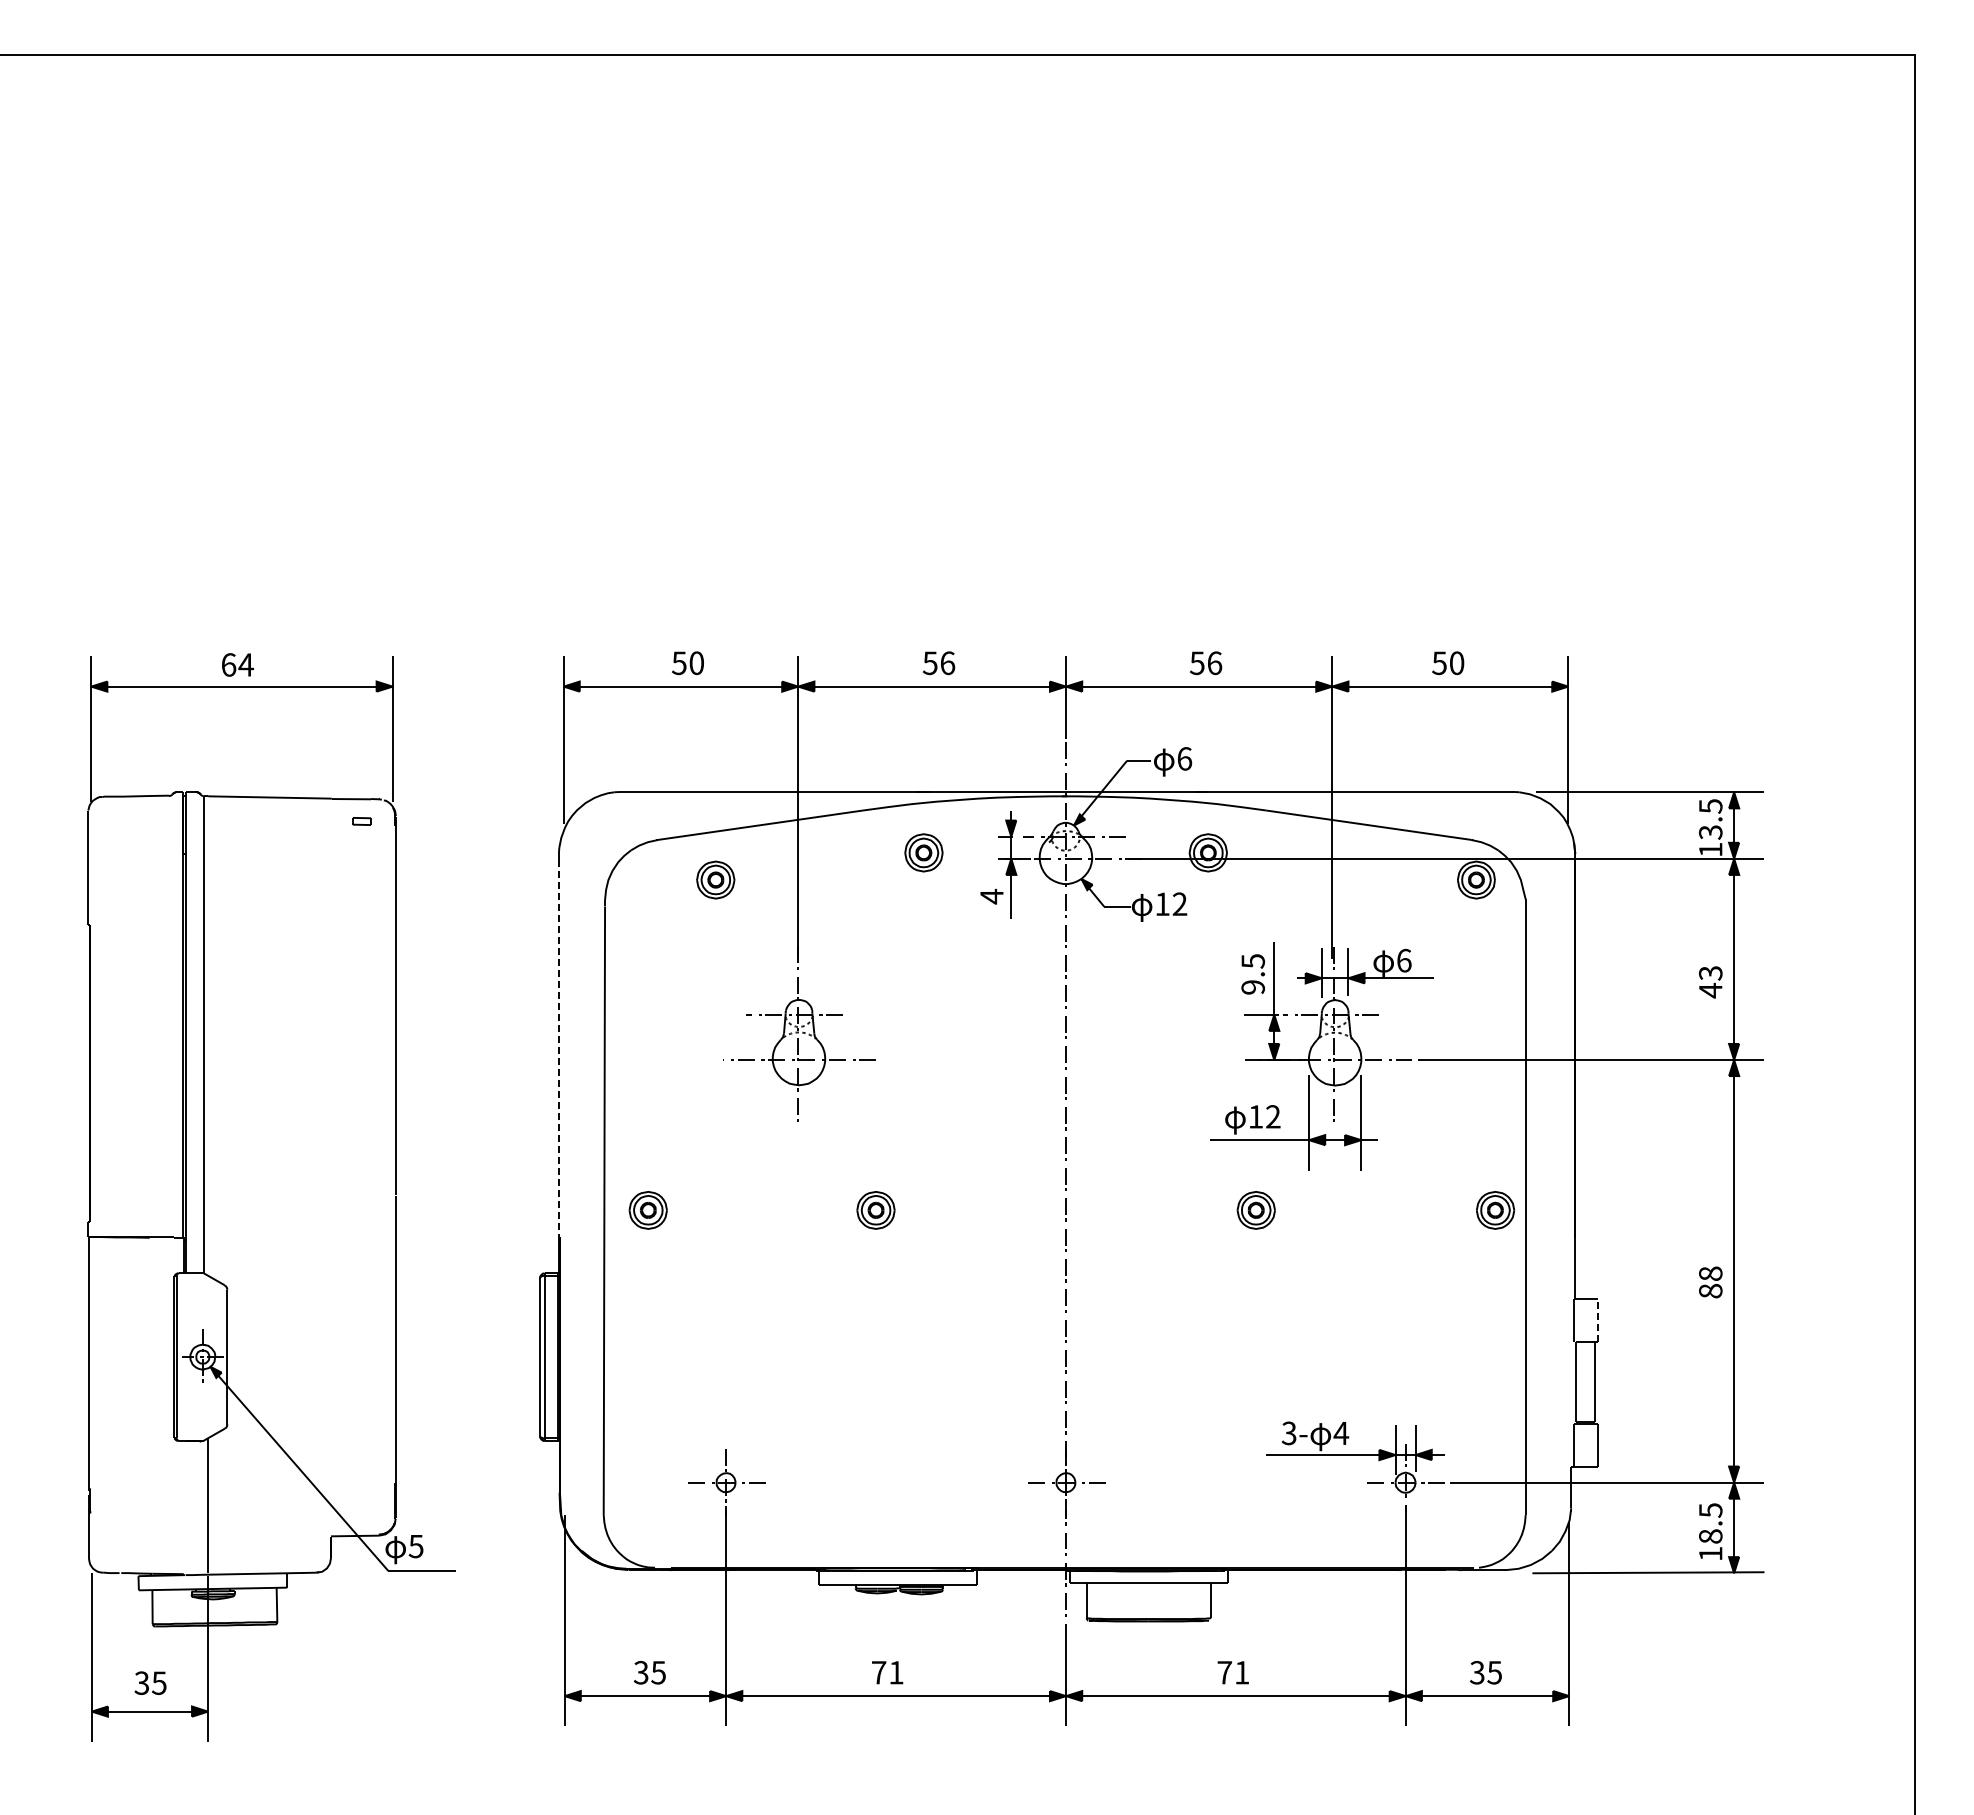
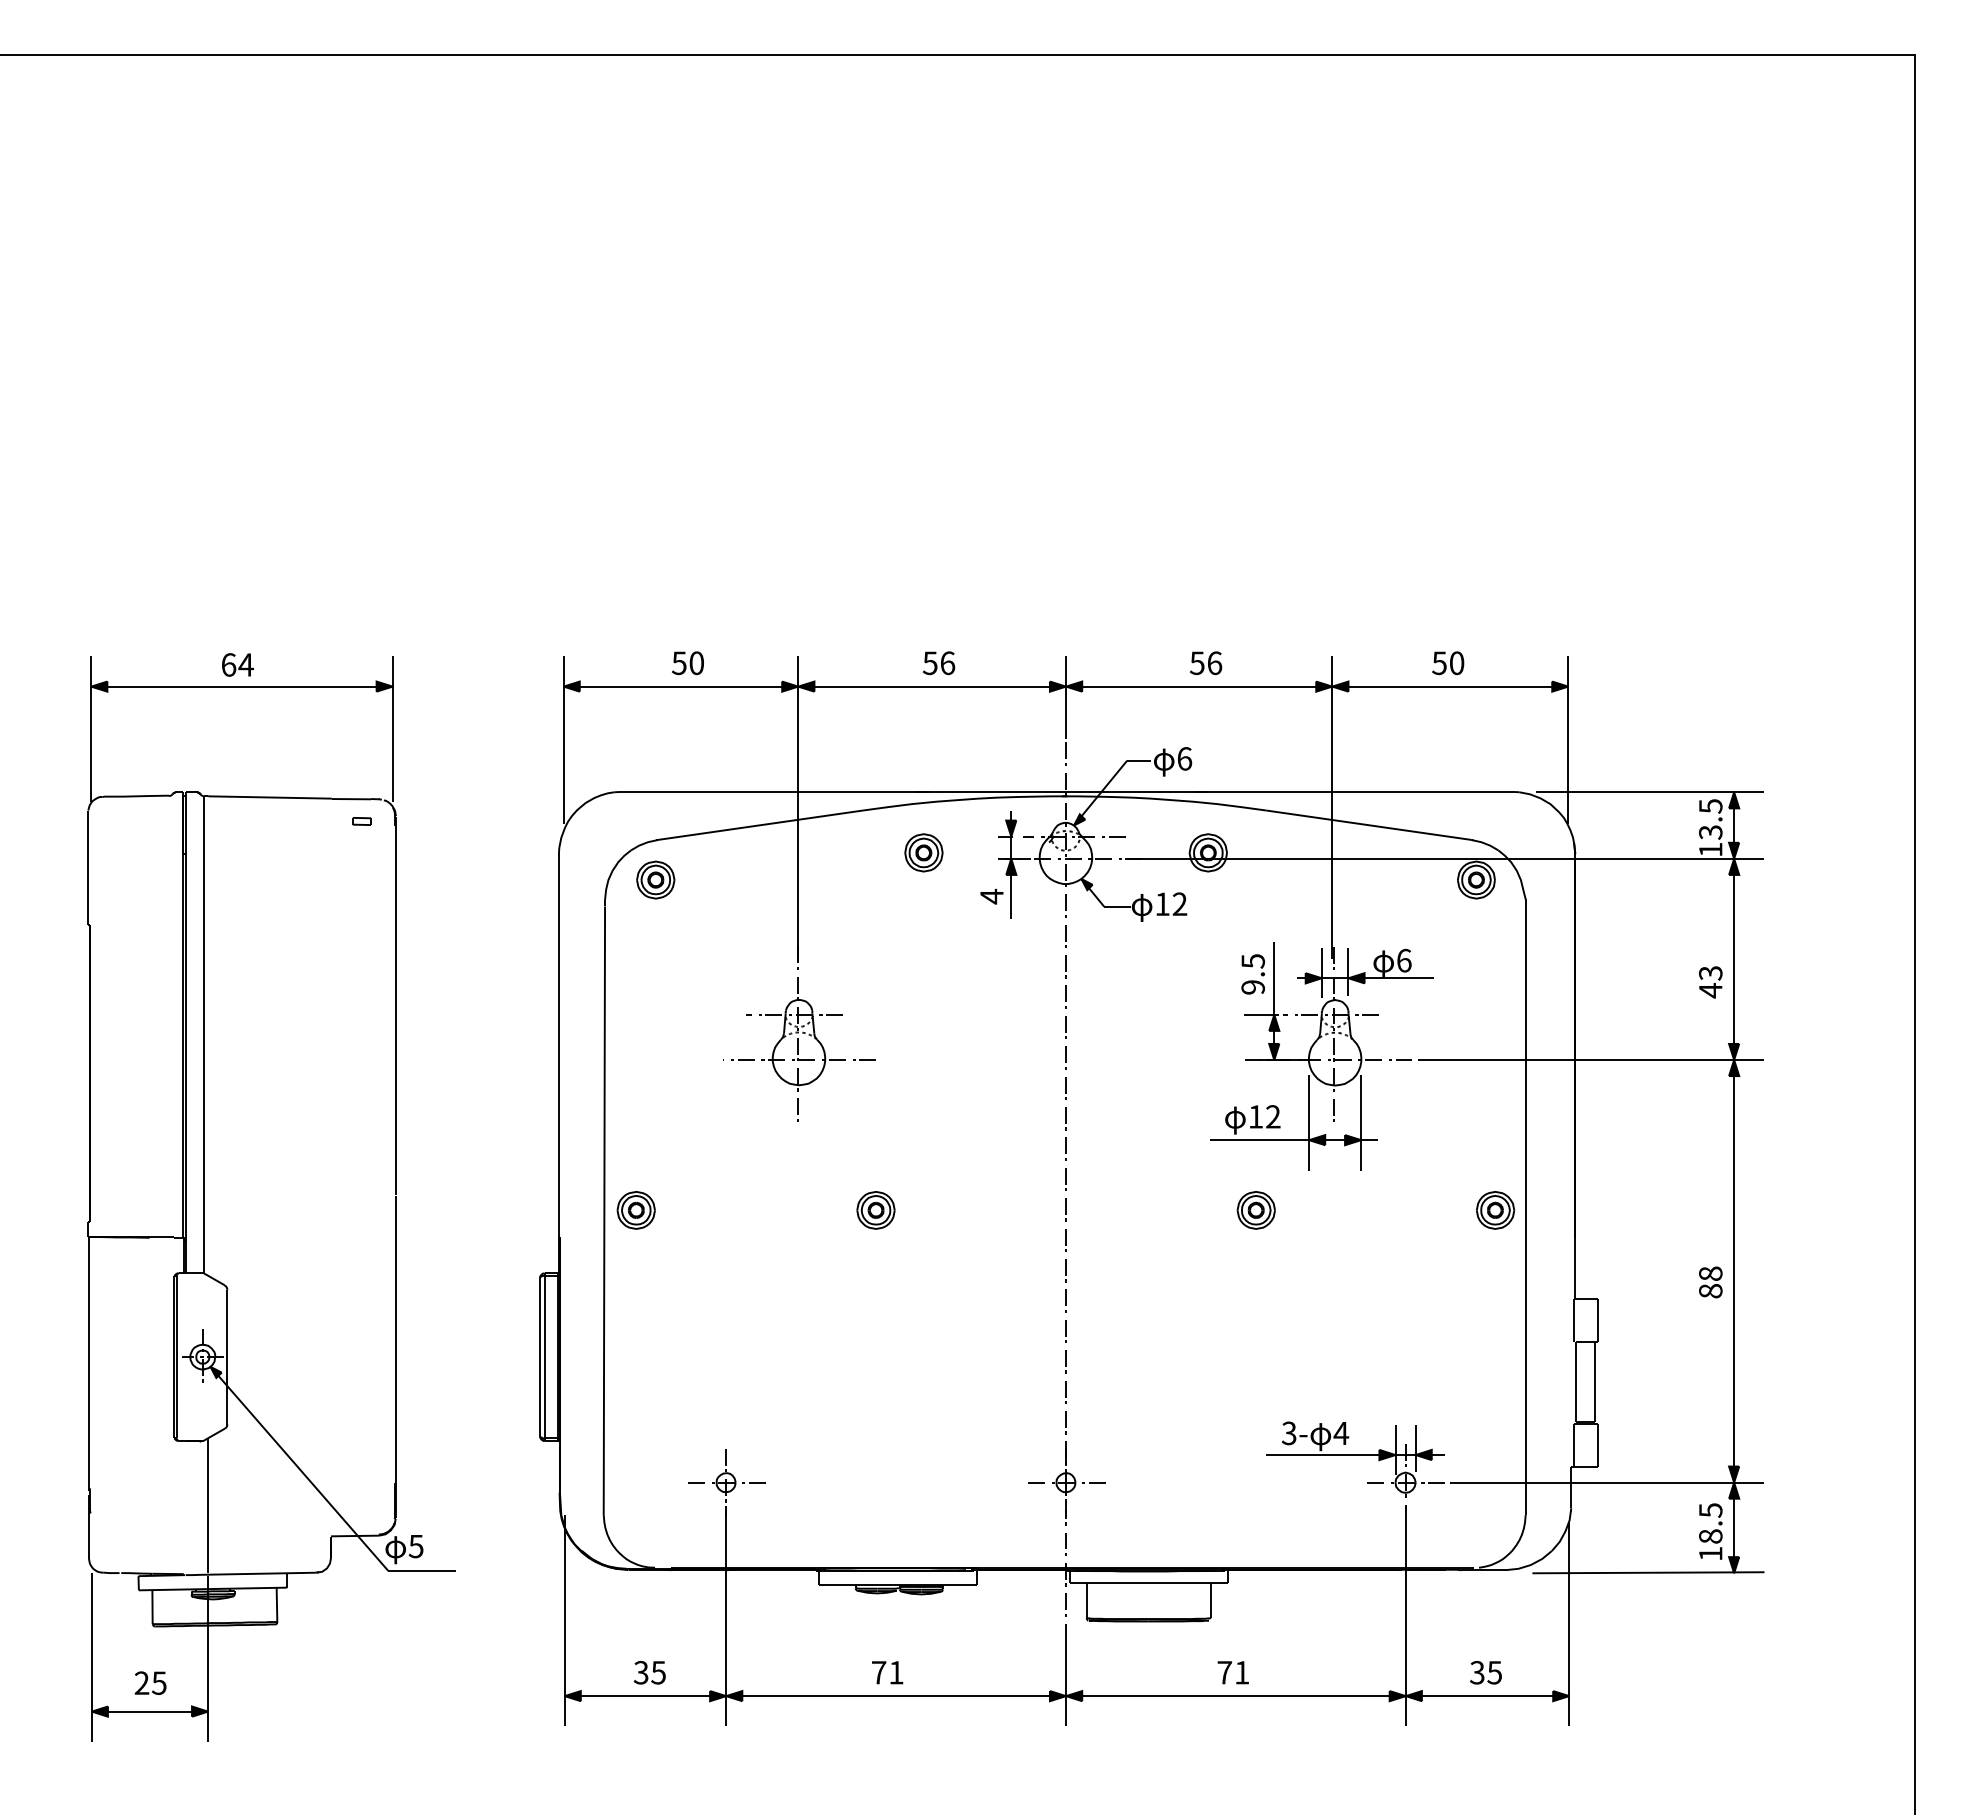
part at (715, 879) position: (715, 879) -> (655, 879)
line at (558, 1049): dashed -> solid
part at (647, 1210) position: (647, 1210) -> (635, 1210)
line at (1597, 1320): dashed -> solid
text at (141, 1683): 35 -> 25
